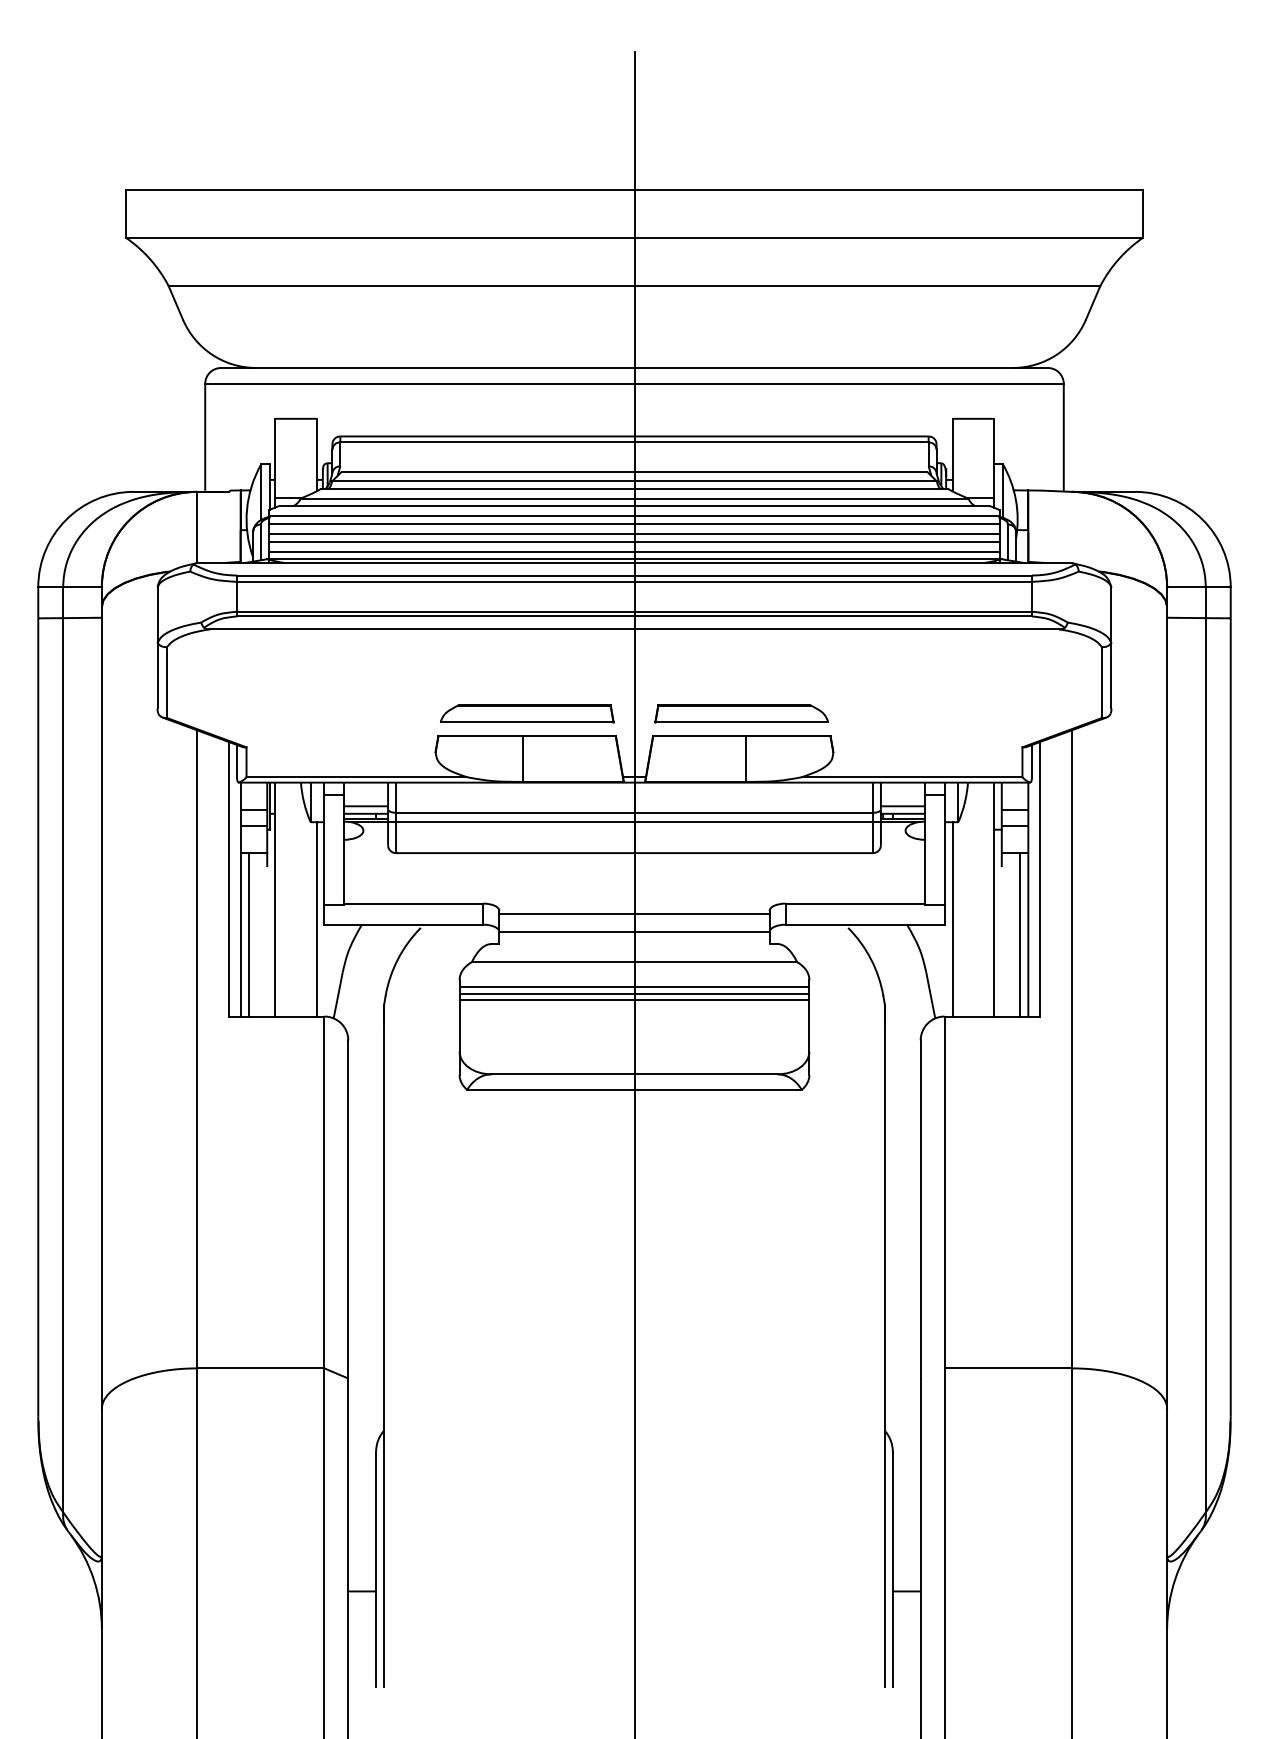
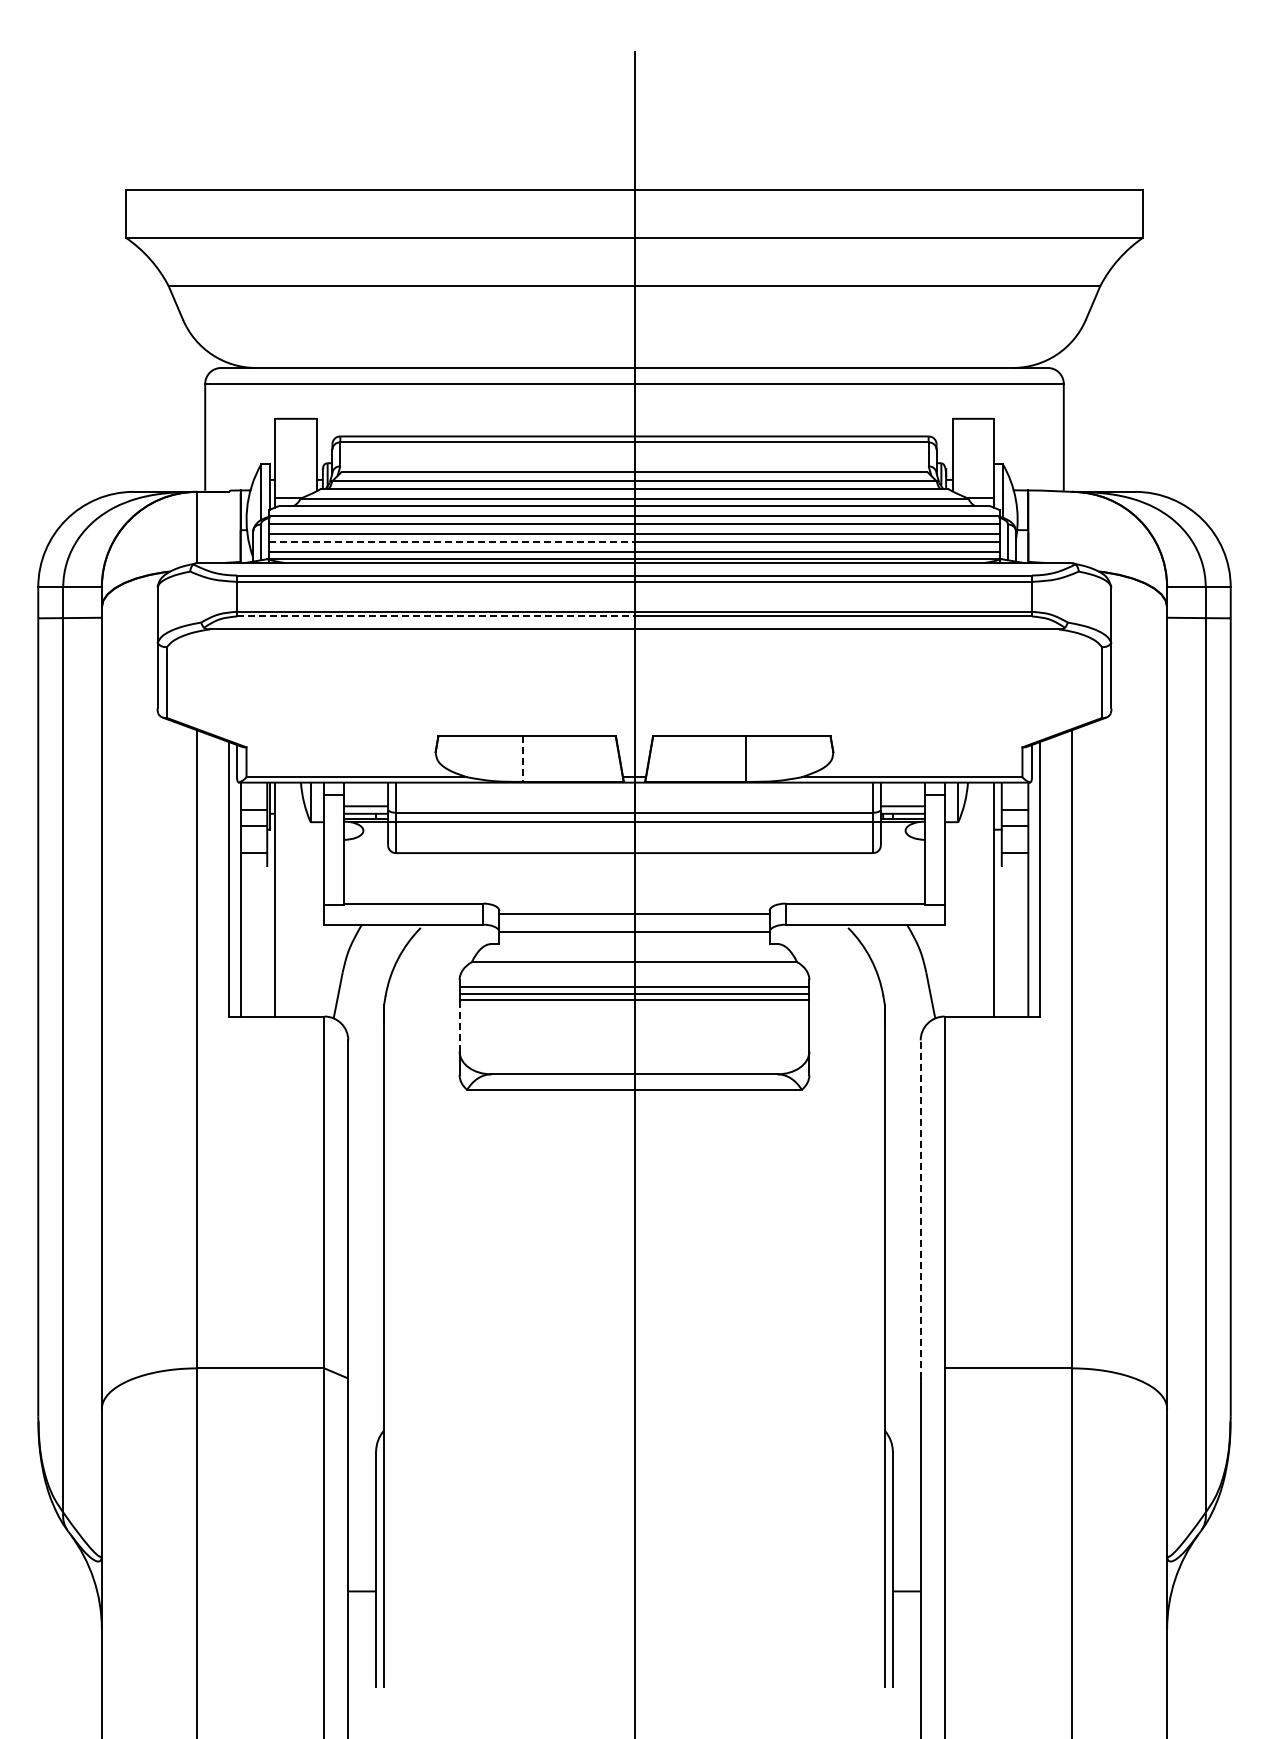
line at (451, 541): solid -> dashed
line at (435, 616): solid -> dashed
part at (527, 713): present -> none
part at (741, 713): present -> none
line at (523, 759): solid -> dashed
line at (316, 919): present -> none
line at (952, 919): present -> none
line at (248, 934): present -> none
line at (1020, 934): present -> none
line at (459, 1025): solid -> dashed
line at (920, 1208): solid -> dashed
